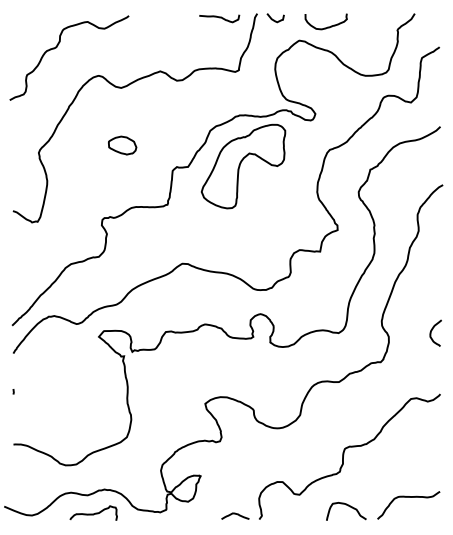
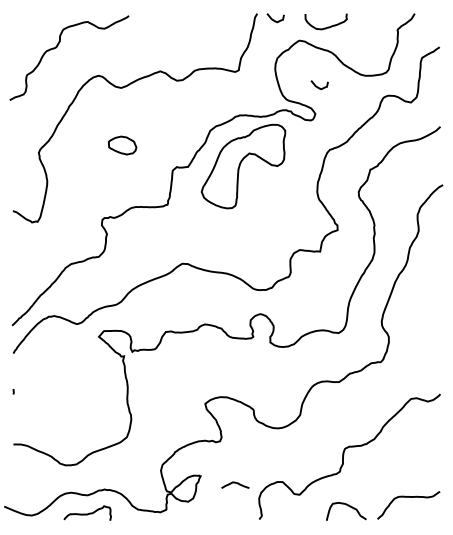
curve at (219, 18): present -> none
curve at (318, 86): none -> present
curve at (433, 329): present -> none
curve at (93, 513) position: (93, 513) -> (87, 513)
curve at (235, 514) position: (235, 514) -> (235, 483)
